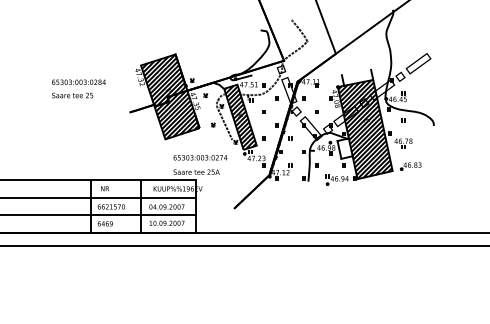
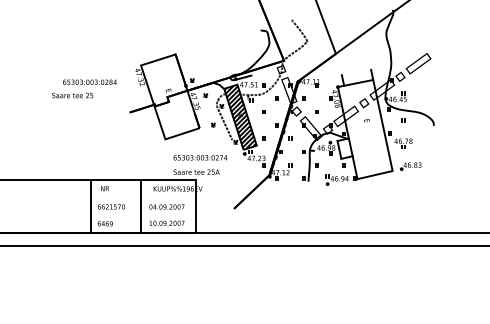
text at (78, 81) position: (78, 81) -> (89, 81)
hatch at (170, 96): present -> none
hatch at (365, 124): present -> none
line at (99, 198): present -> none
line at (99, 215): present -> none
